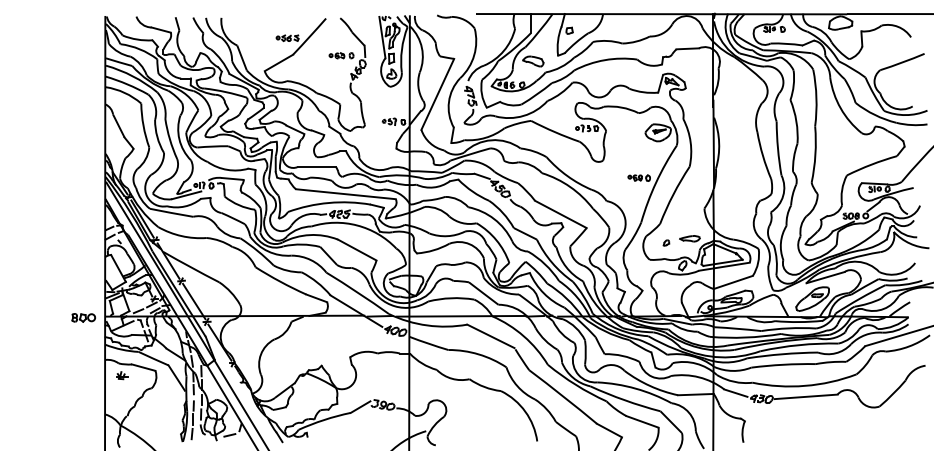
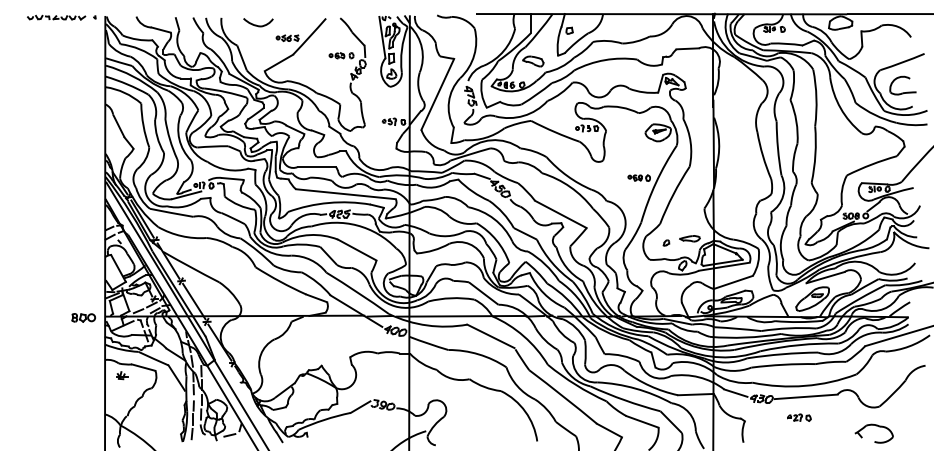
part at (61, 17): none -> present
part at (258, 22): none -> present
part at (902, 92): none -> present
part at (799, 417): none -> present
part at (876, 426): none -> present
